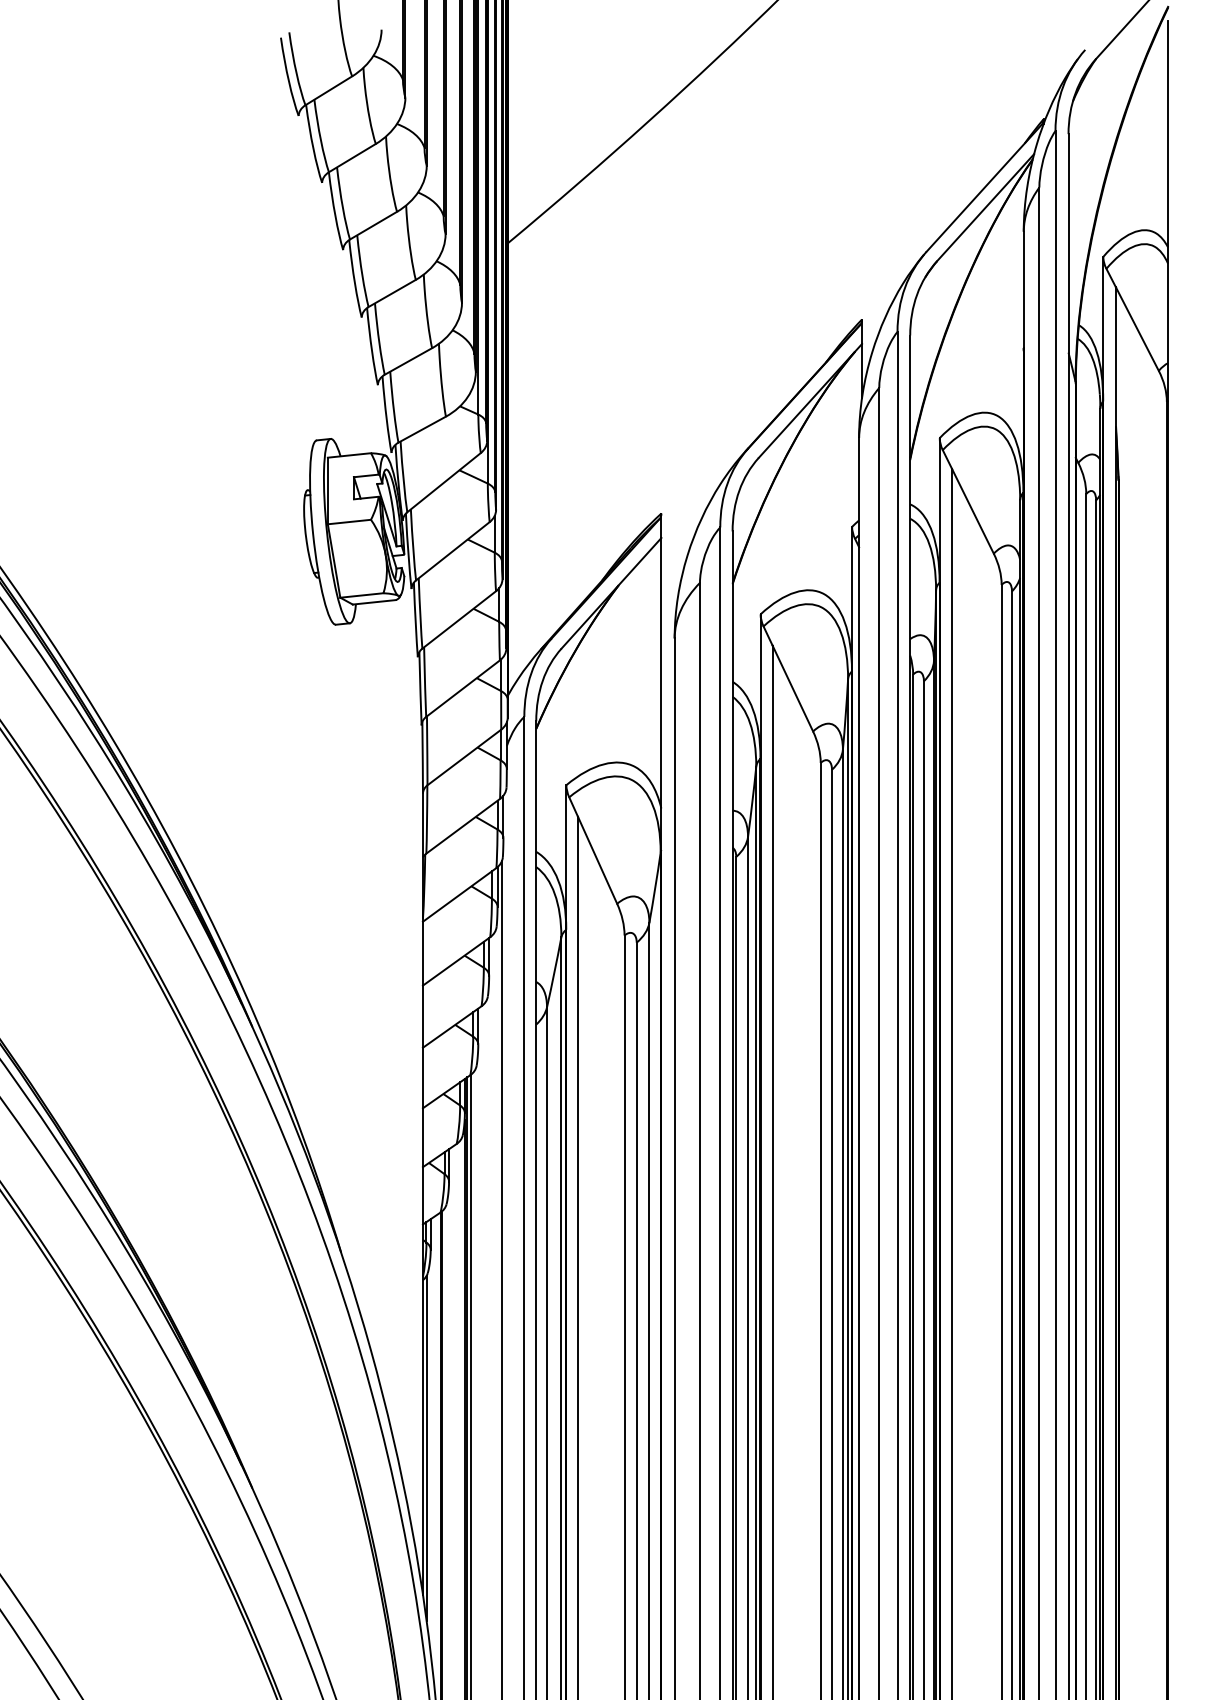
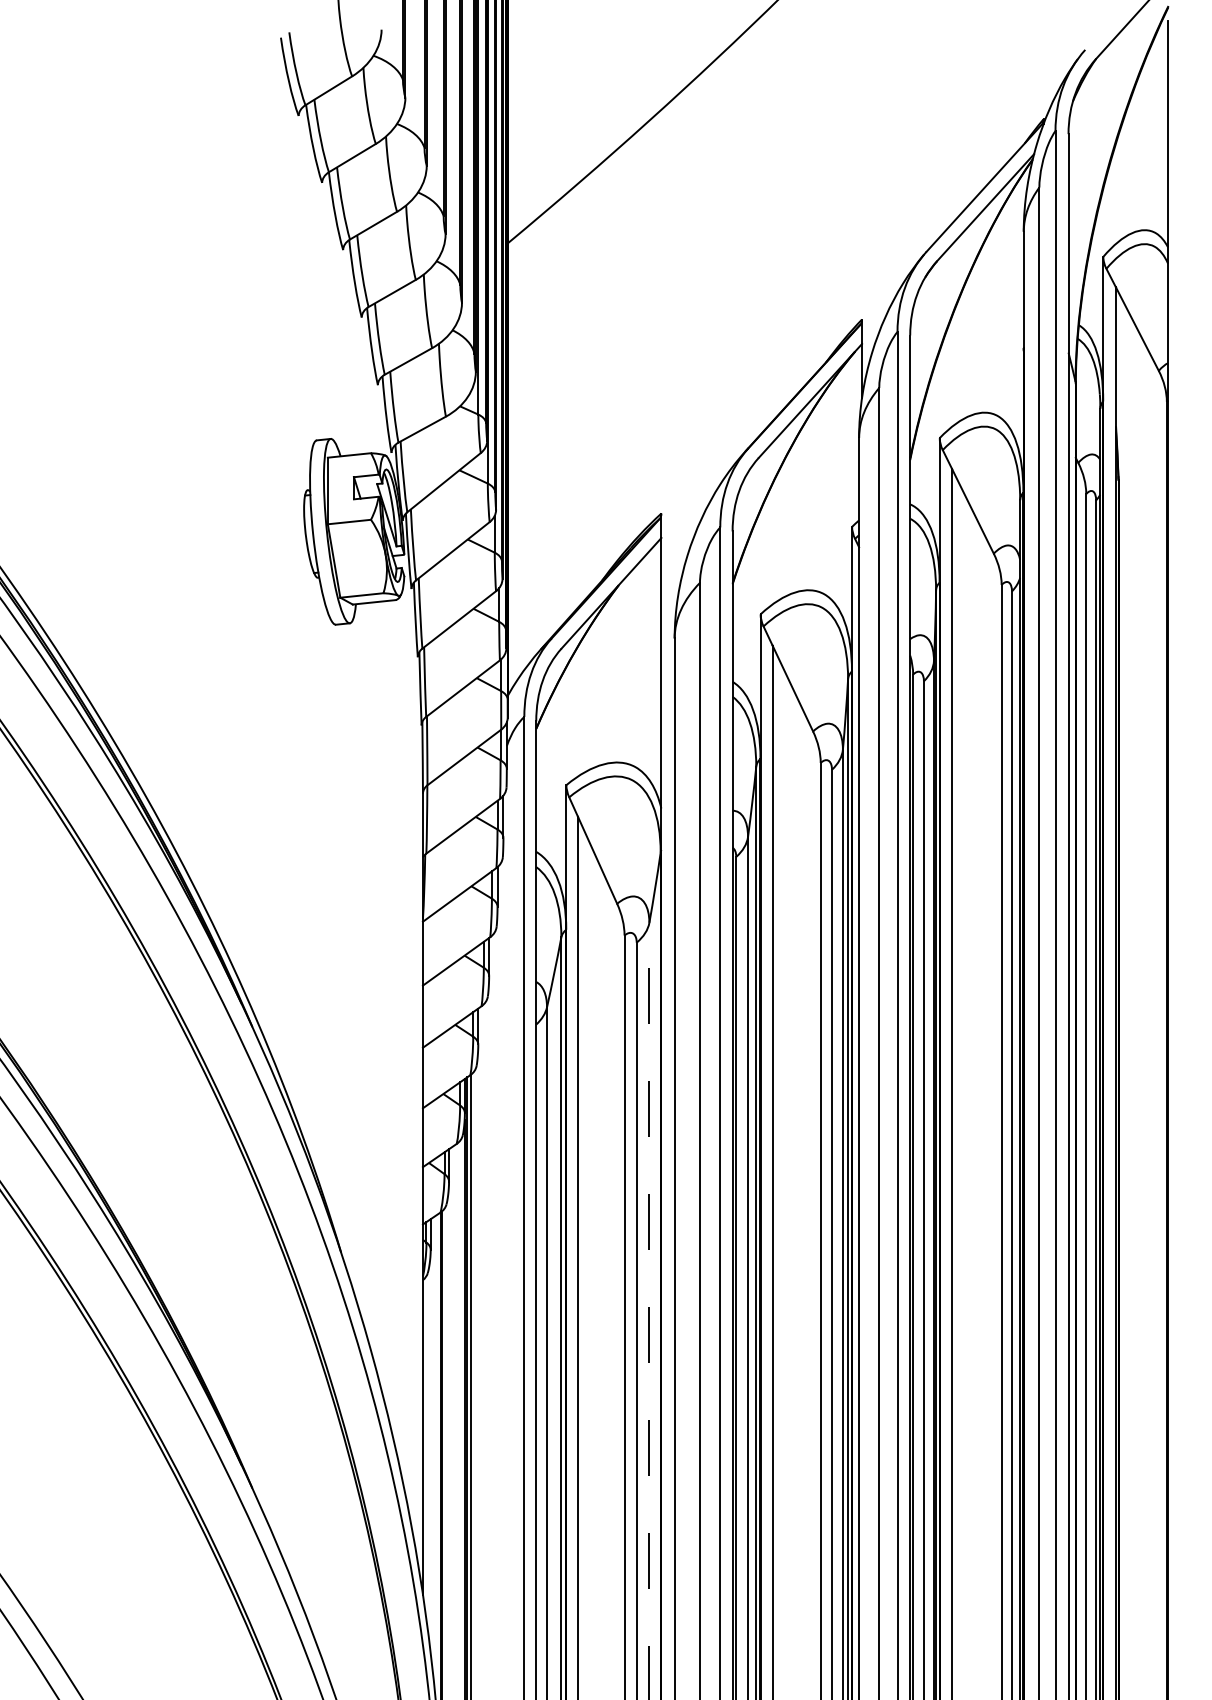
line at (502, 1278): present -> none
line at (649, 1310): solid -> dashed
line at (426, 1447): present -> none
